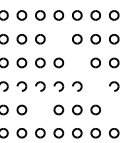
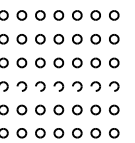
part at (58, 39): none -> present
part at (77, 62): none -> present
part at (95, 86): none -> present
part at (40, 109): none -> present
part at (113, 109): none -> present
